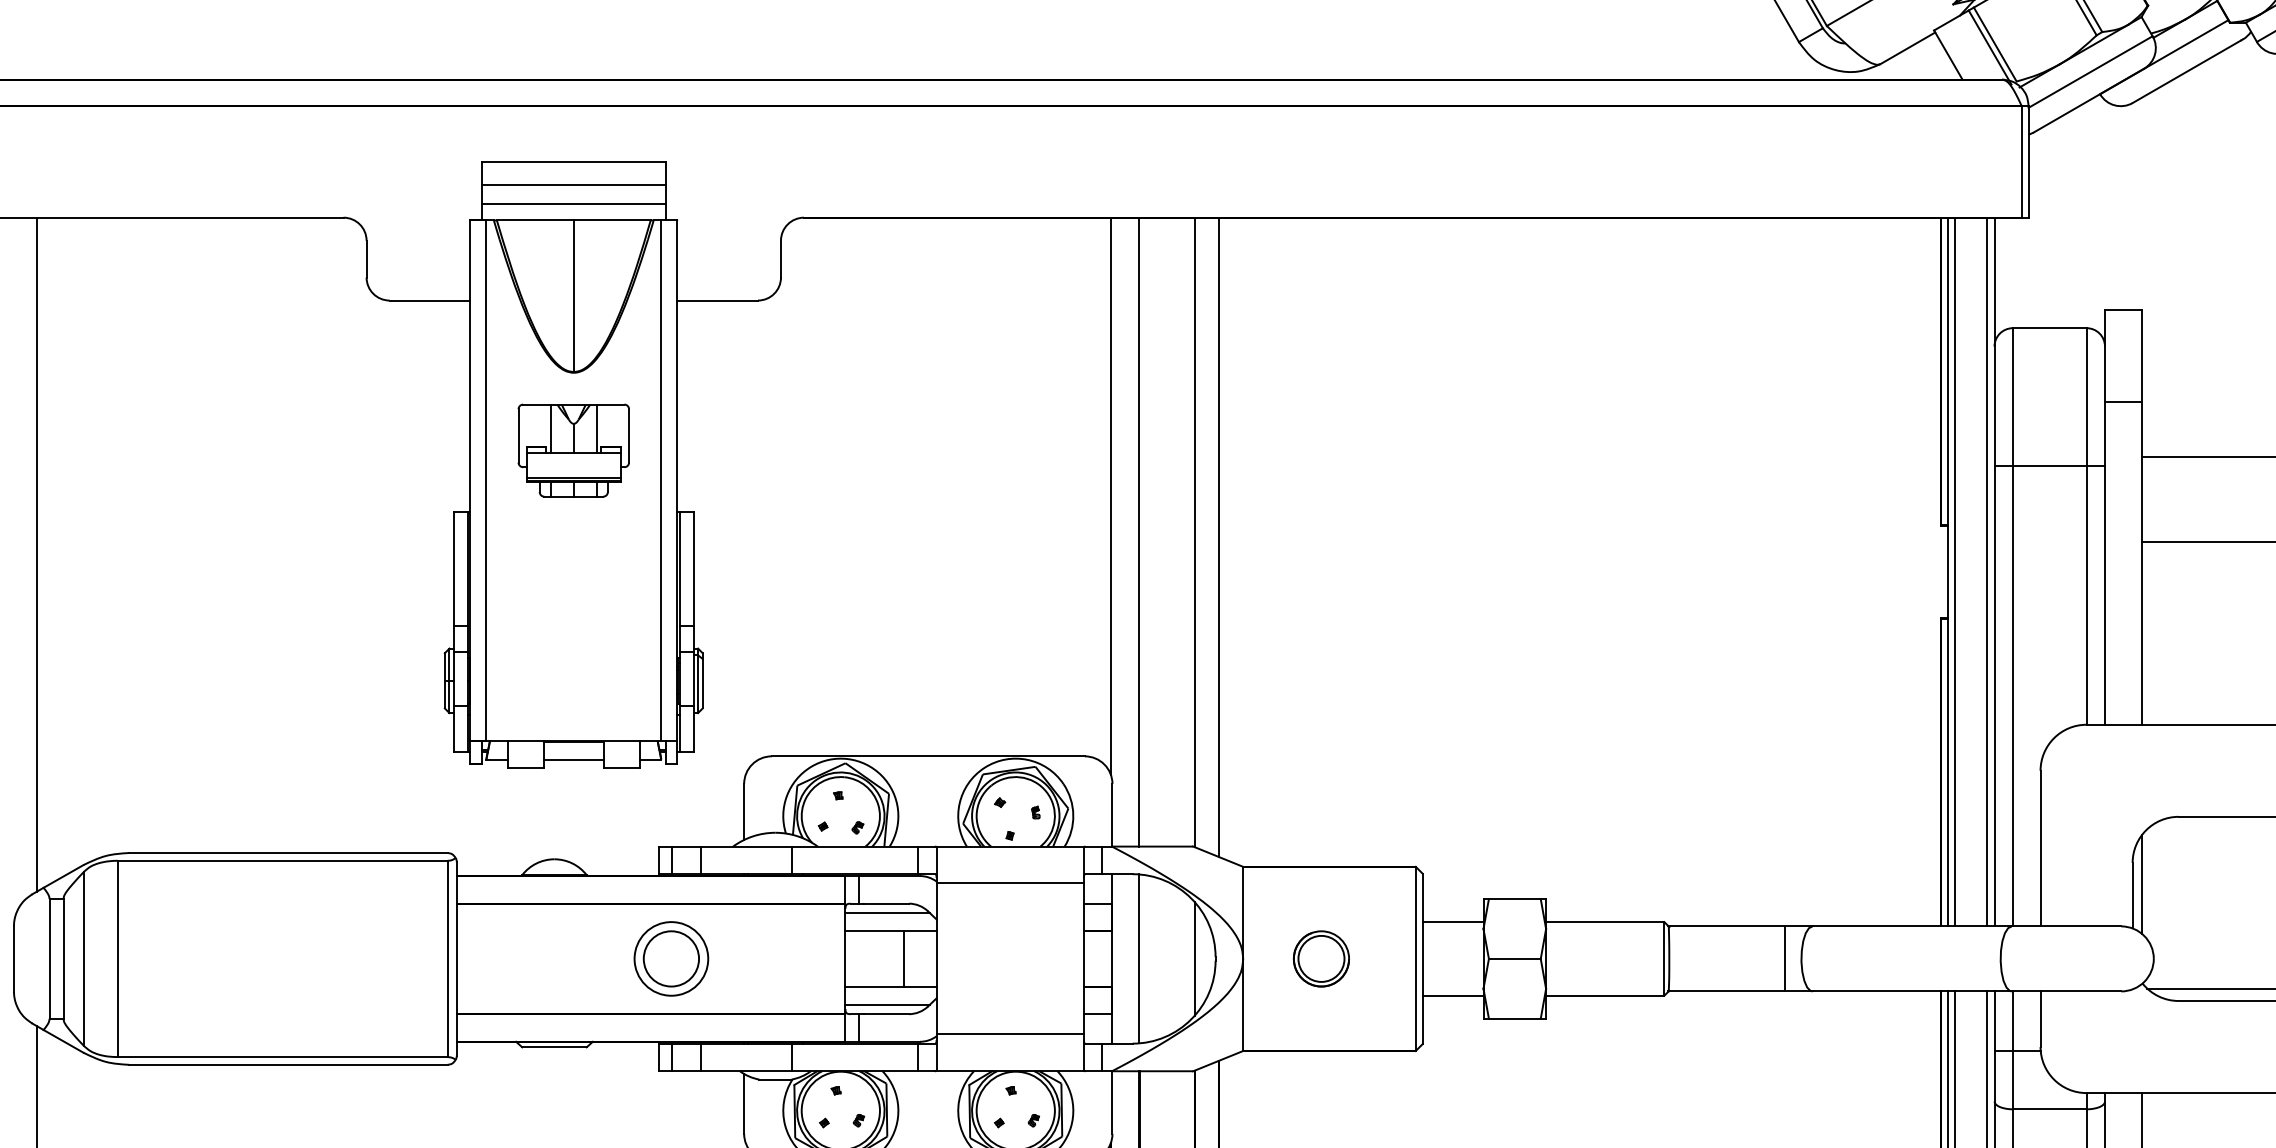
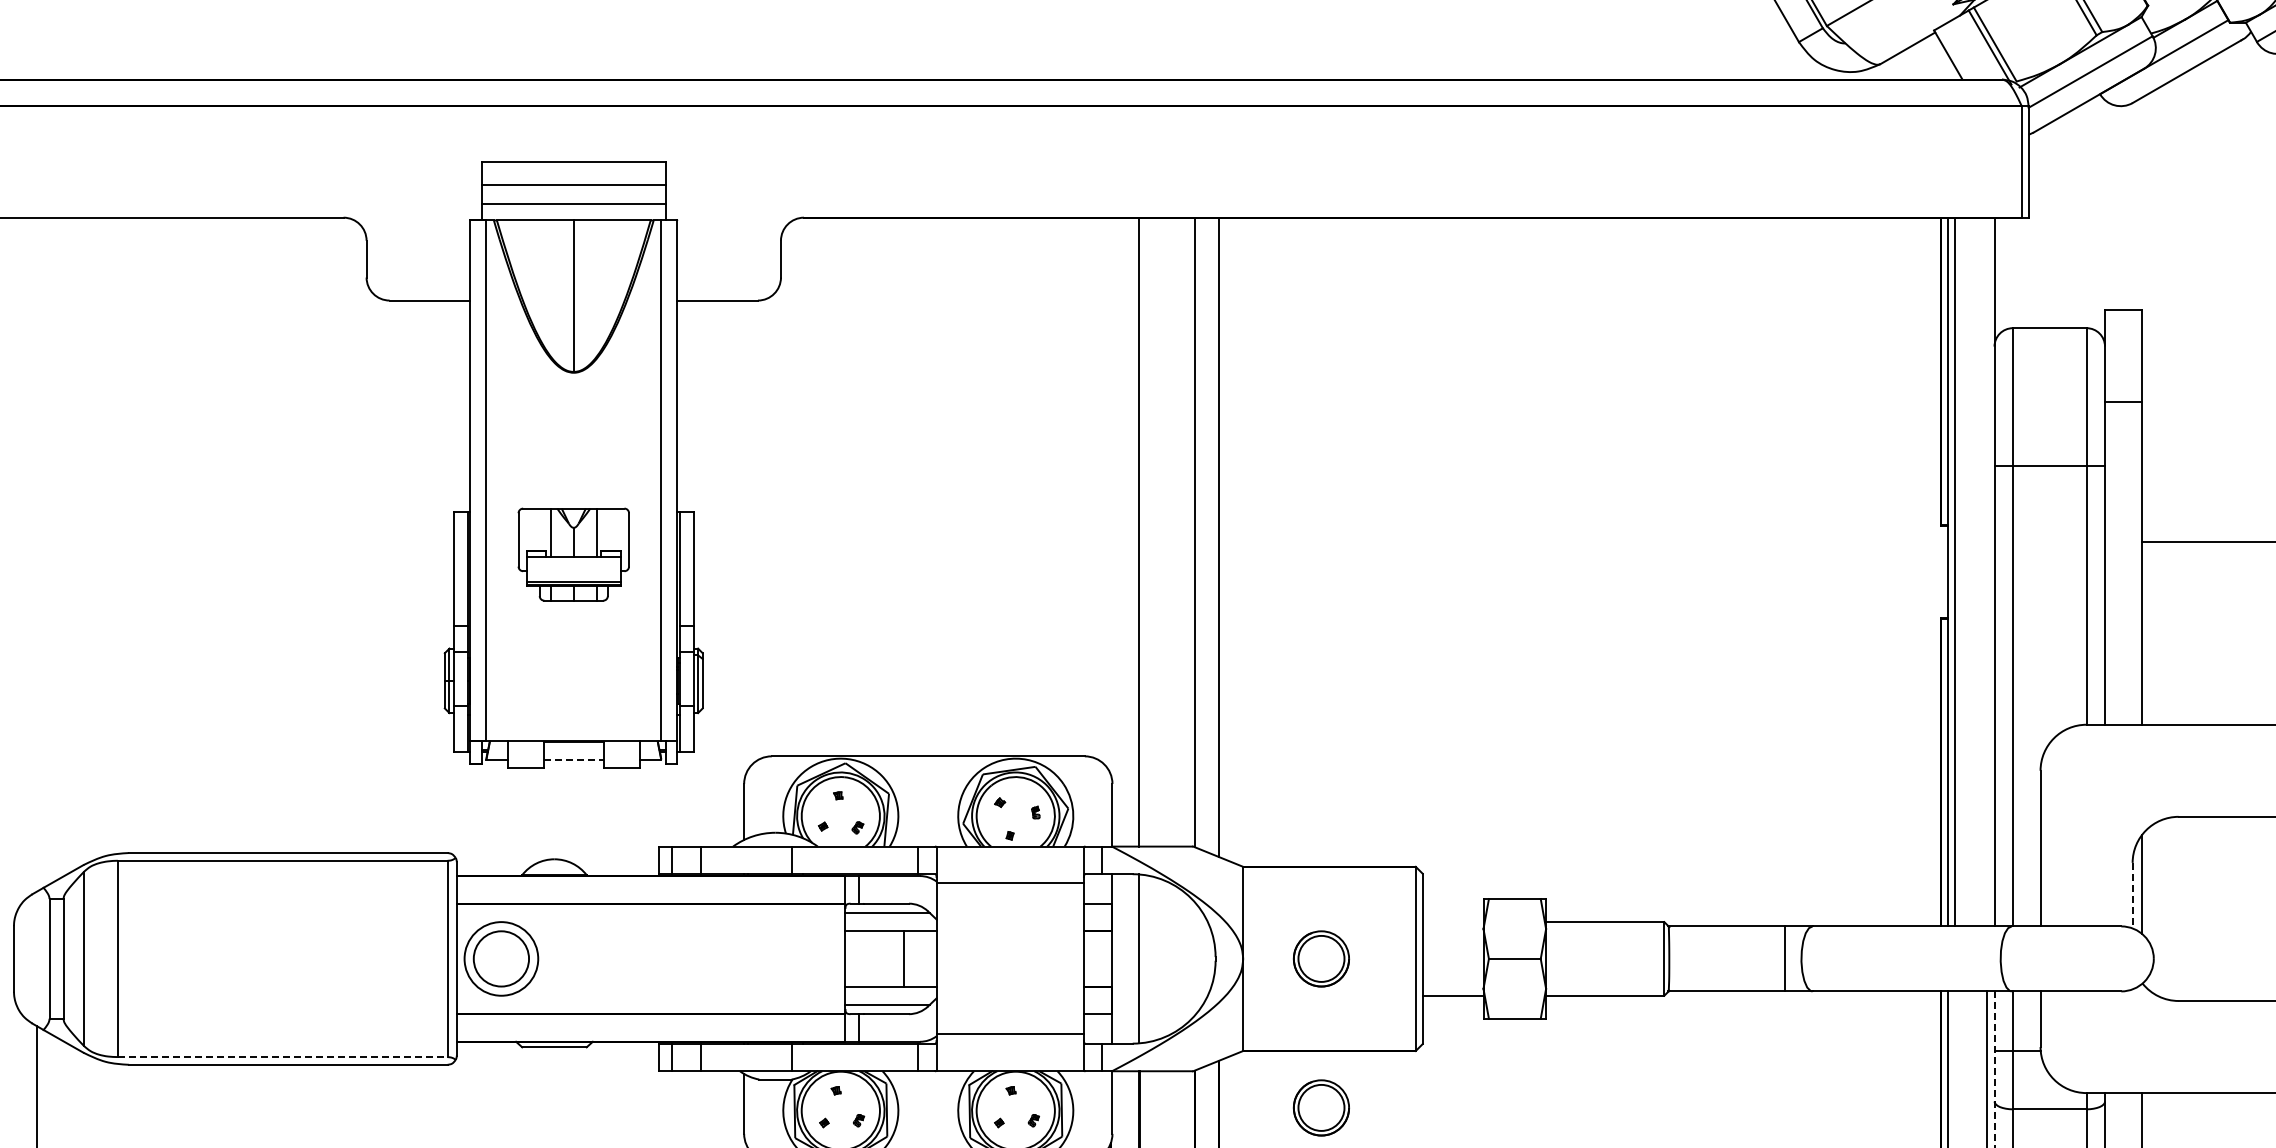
part at (573, 450) position: (573, 450) -> (573, 554)
line at (2206, 457): present -> none
line at (1111, 496): present -> none
line at (36, 554): present -> none
line at (1986, 571): present -> none
line at (573, 759): solid -> dashed
line at (2132, 895): solid -> dashed
line at (1452, 922): present -> none
part at (671, 958) position: (671, 958) -> (501, 958)
line at (1194, 958): present -> none
line at (2209, 988): present -> none
line at (282, 1057): solid -> dashed
line at (1955, 1067): present -> none
line at (1994, 1069): solid -> dashed
part at (1320, 1107): none -> present
